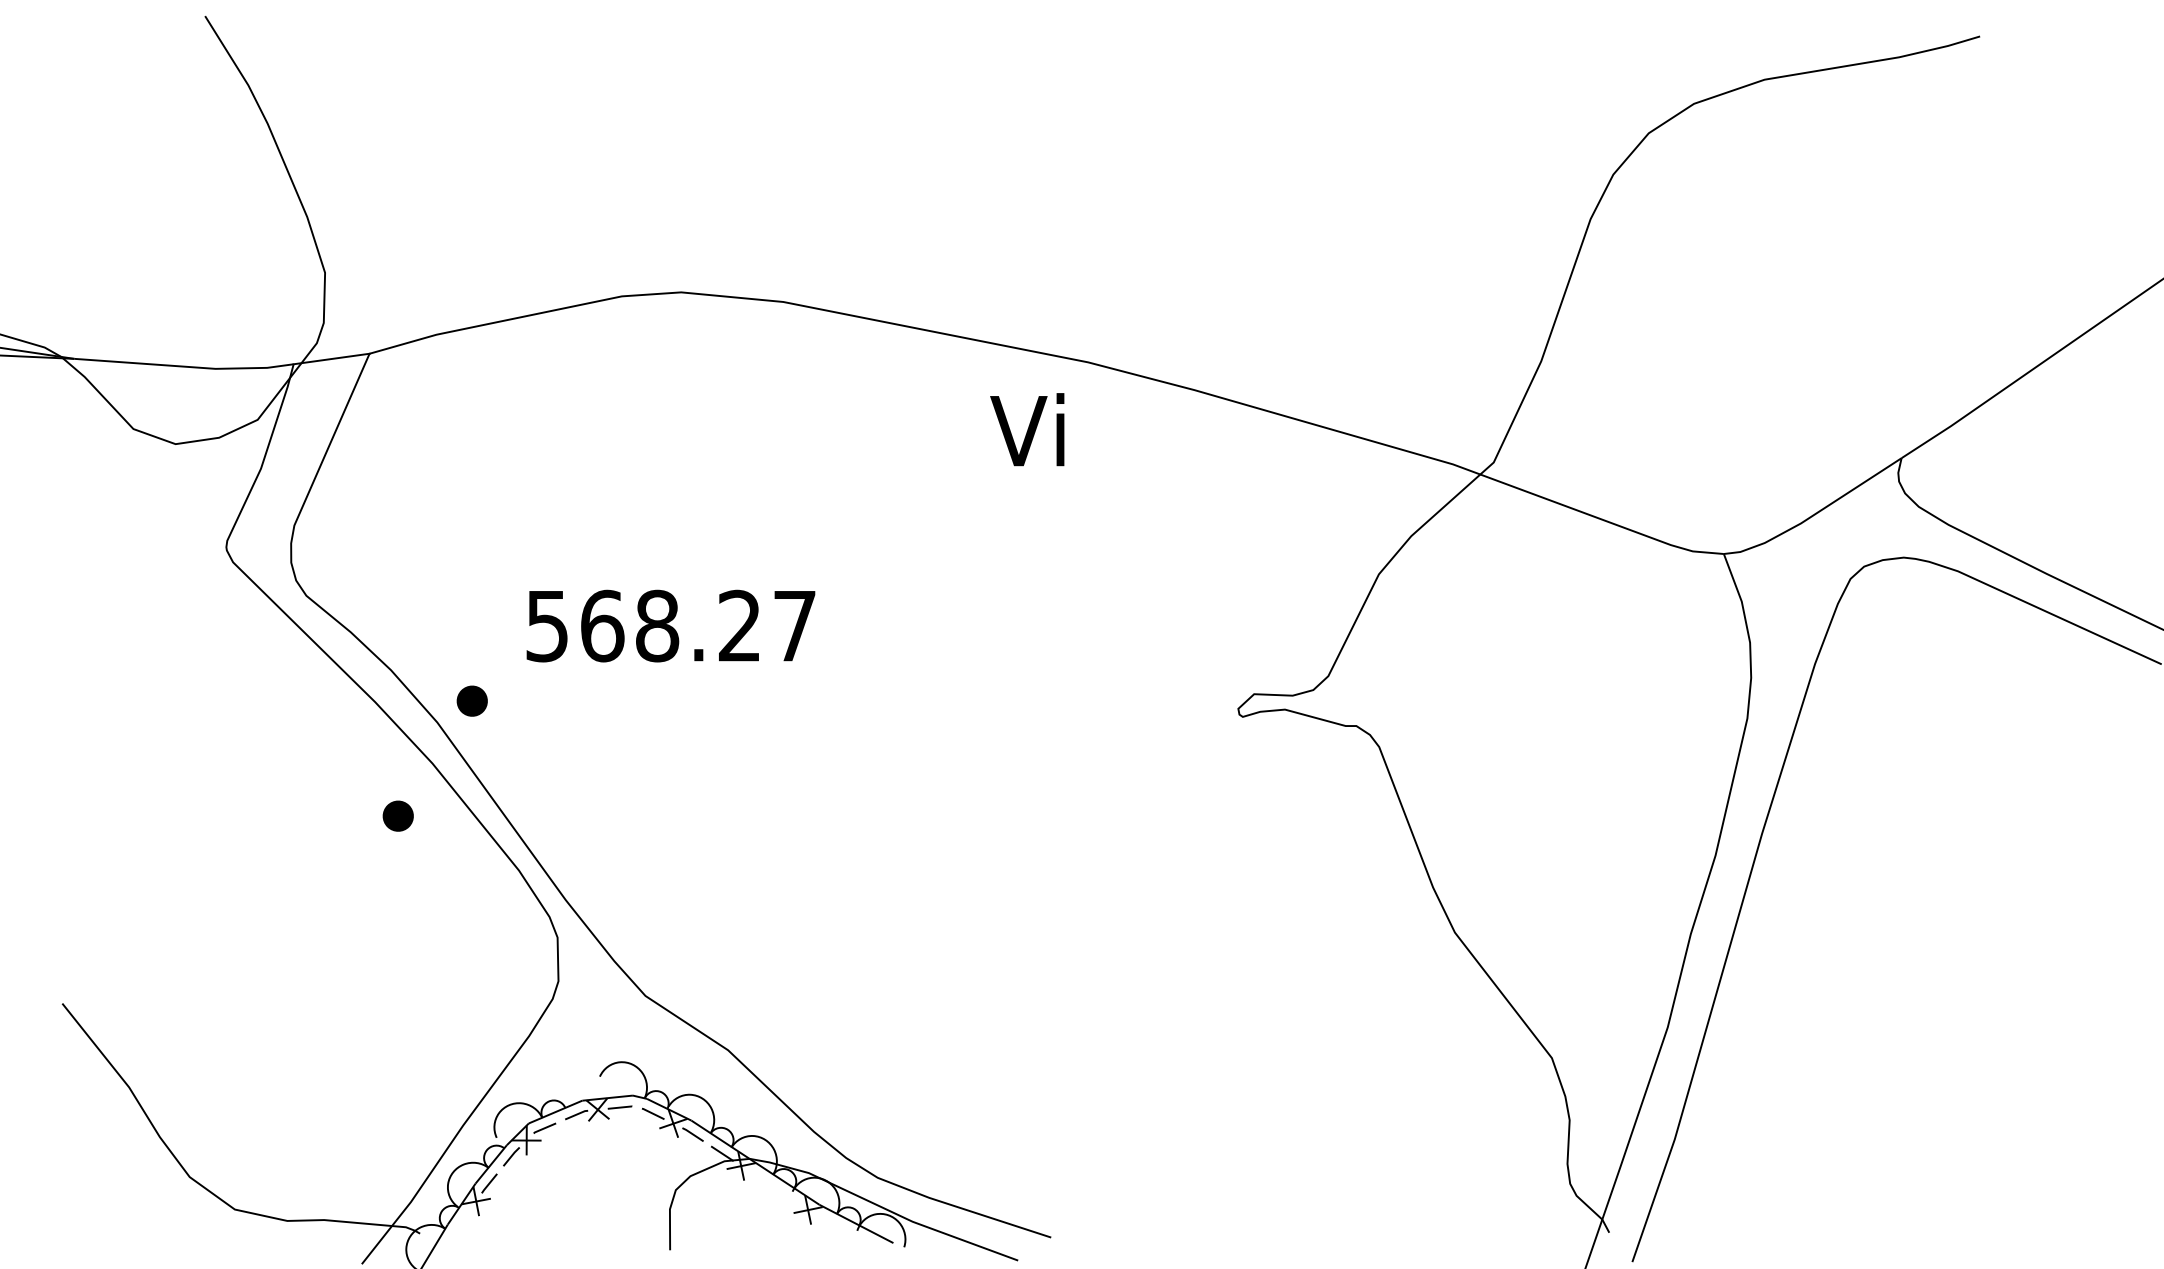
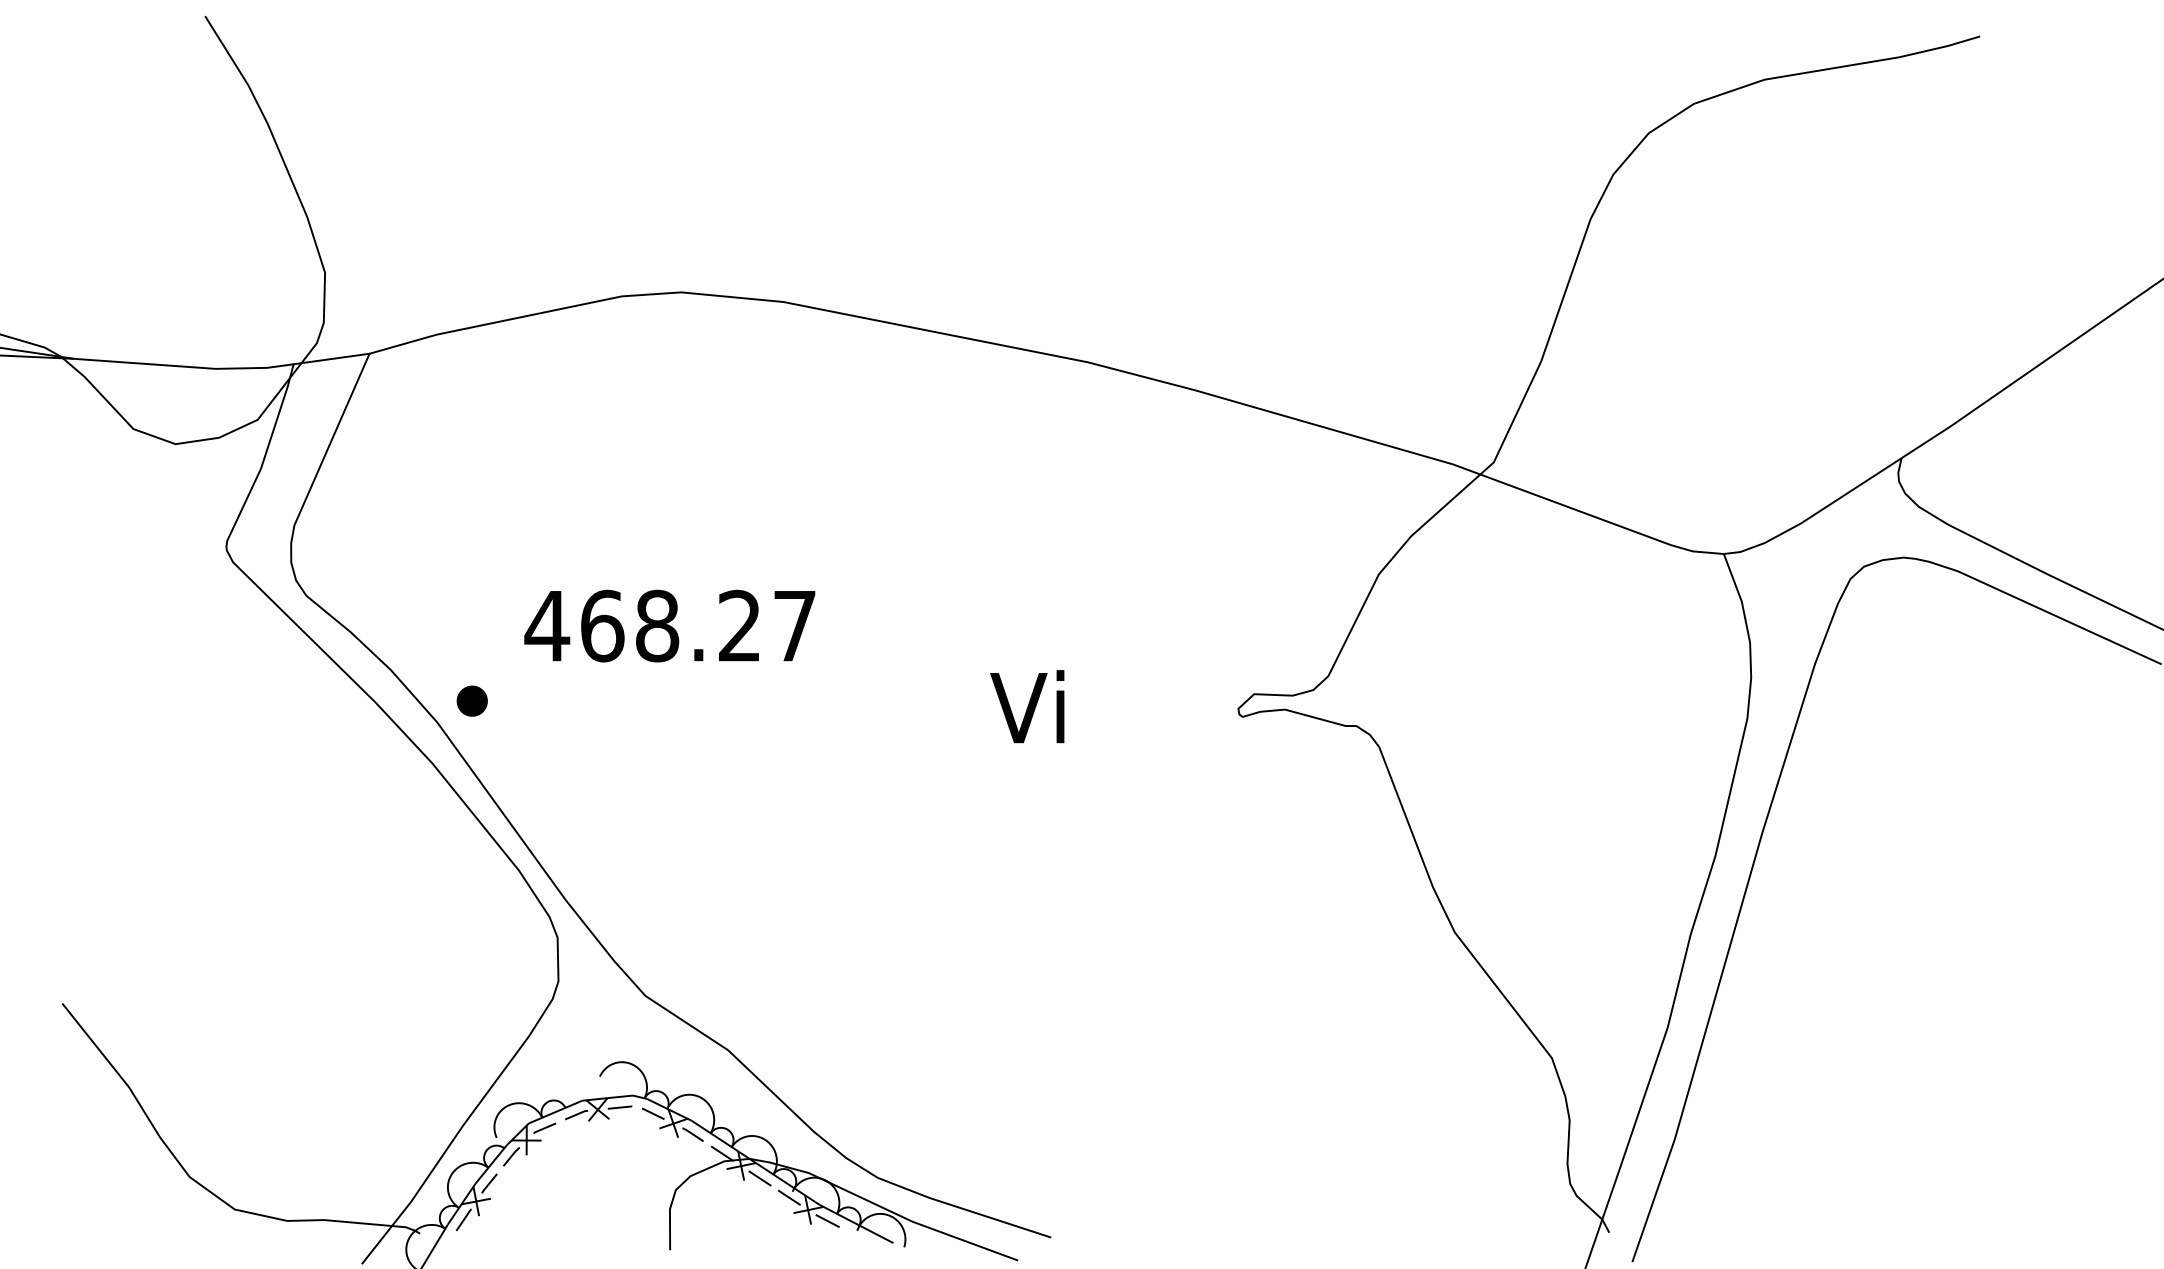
text at (1027, 429) position: (1027, 429) -> (1027, 706)
text at (547, 626): 568.27 -> 468.27
part at (397, 815): present -> none
line at (759, 1178): none -> present
line at (788, 1197): none -> present
line at (463, 1219): none -> present
line at (827, 1220): none -> present
